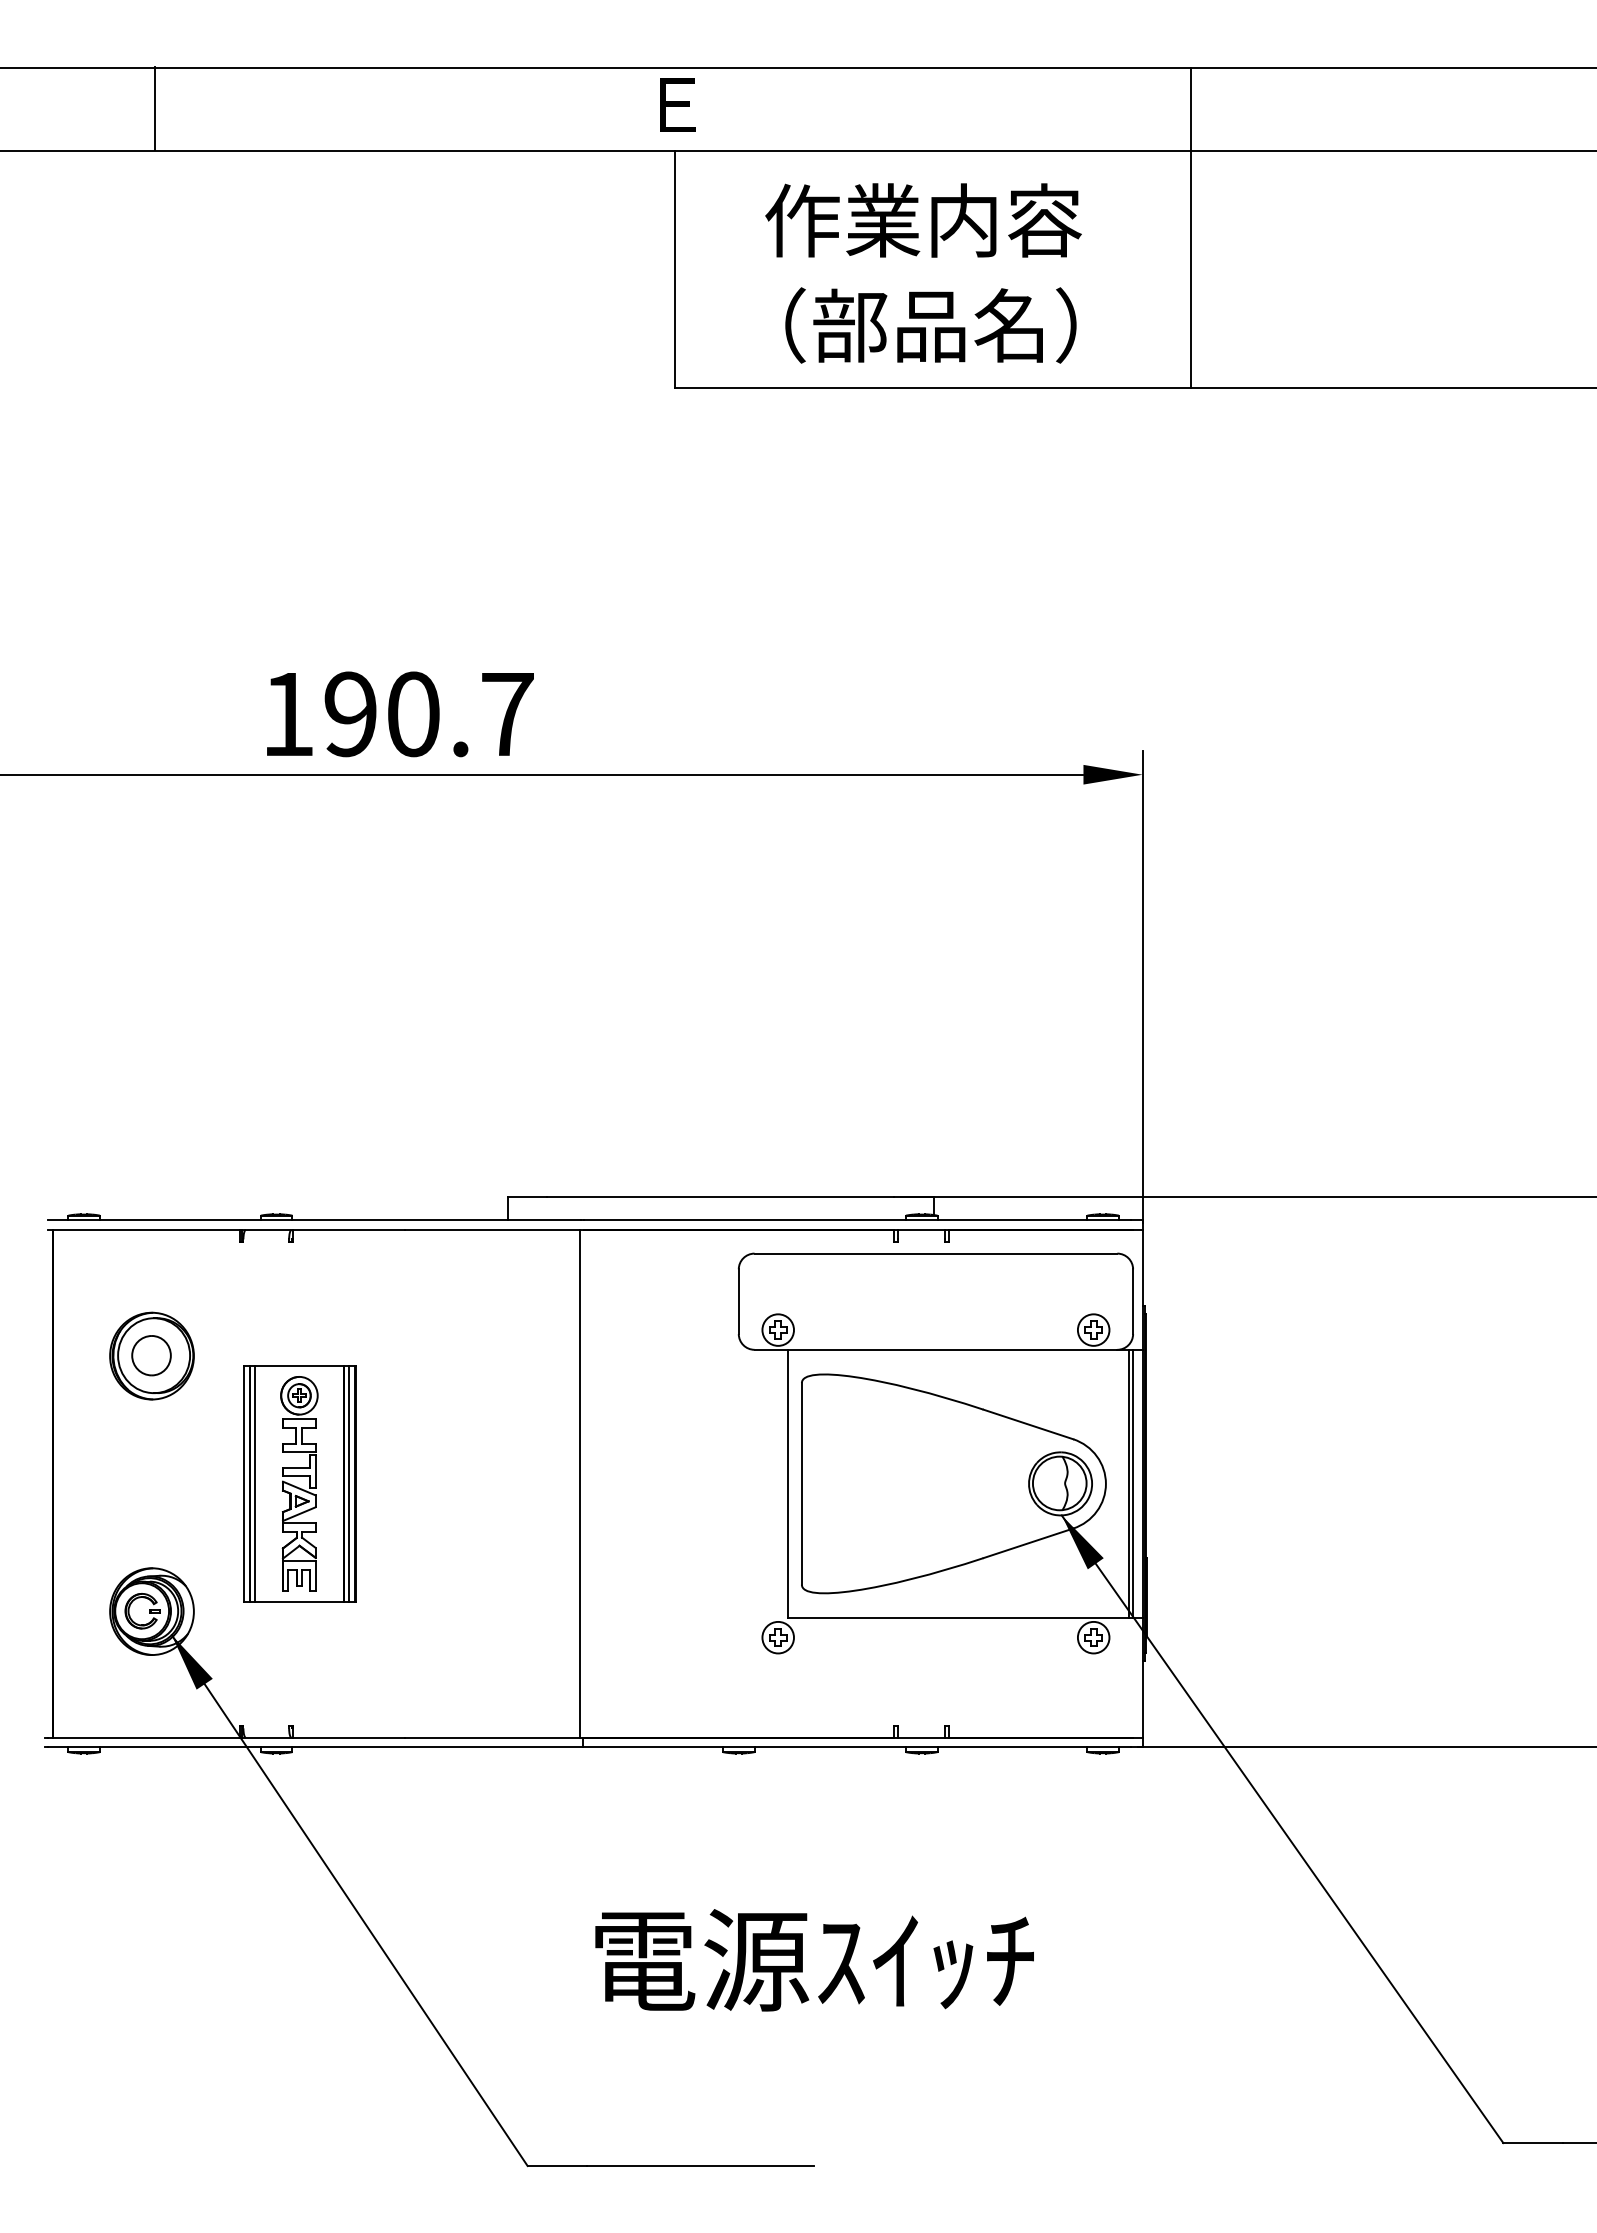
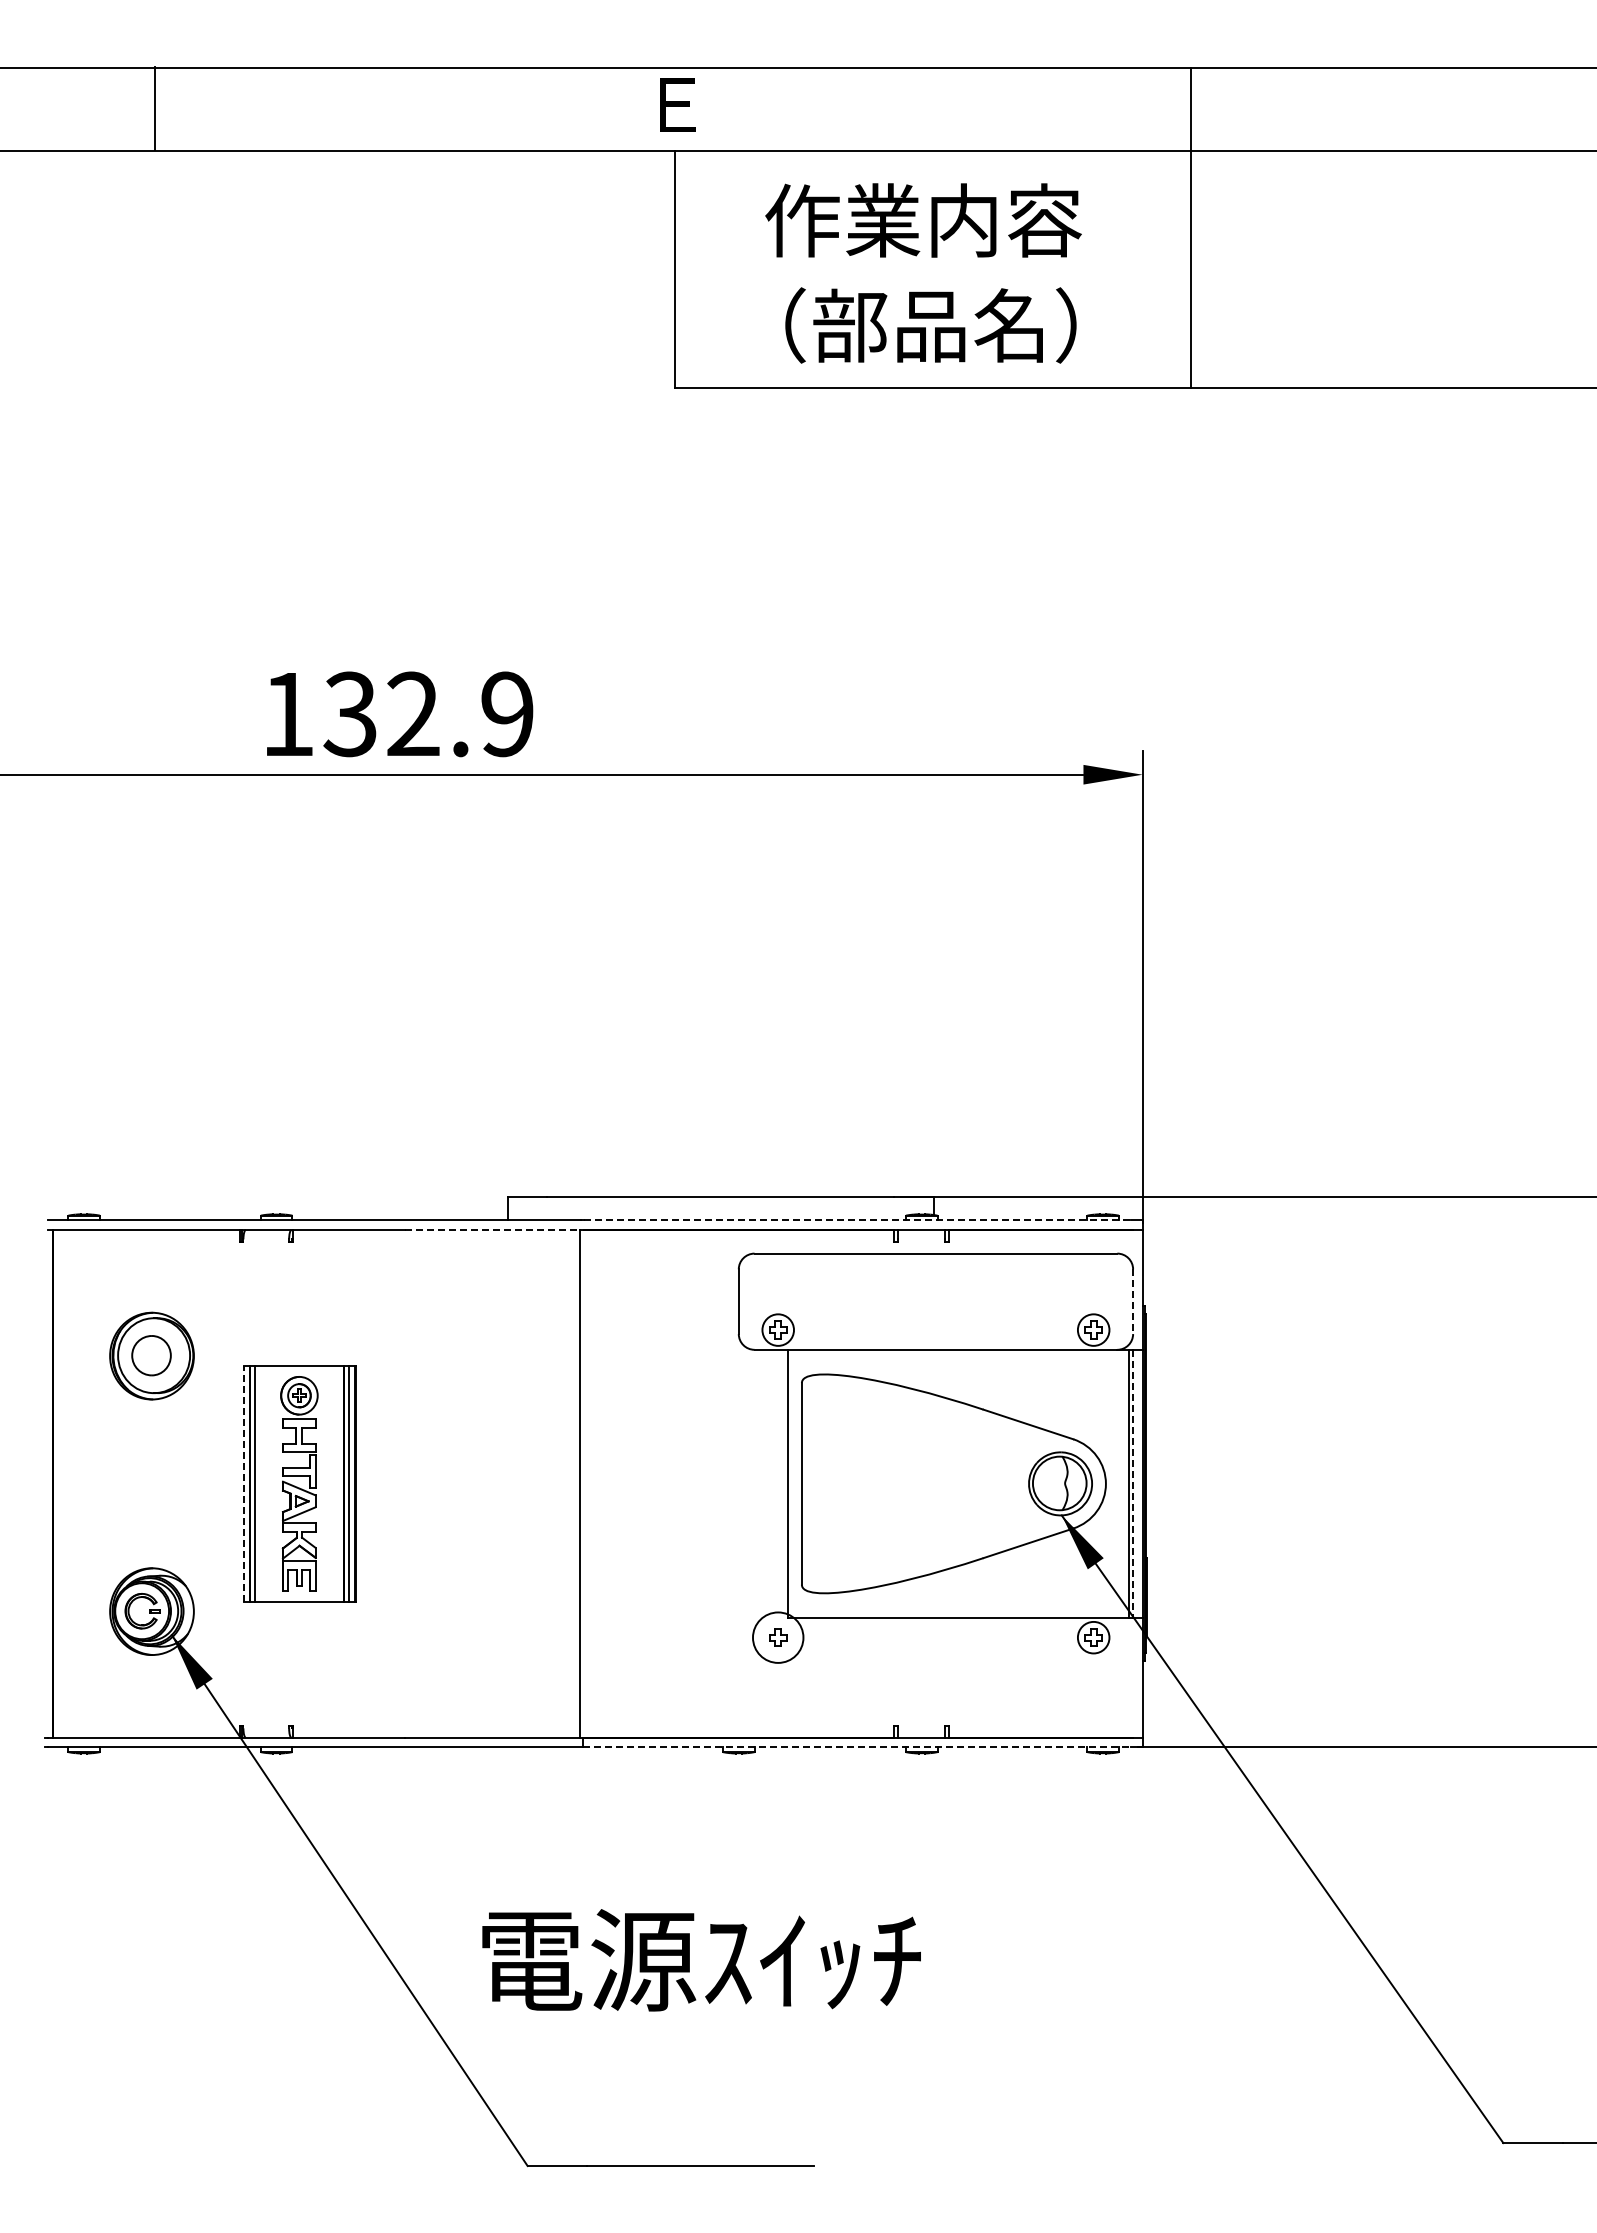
text at (428, 714): 190.7 -> 132.9
line at (857, 1220): solid -> dashed
line at (493, 1229): solid -> dashed
line at (1133, 1302): solid -> dashed
line at (243, 1483): solid -> dashed
line at (1133, 1484): solid -> dashed
circle at (778, 1637) diameter: 32 px -> 50 px
line at (857, 1747): solid -> dashed
text at (814, 1960) position: (814, 1960) -> (701, 1960)
